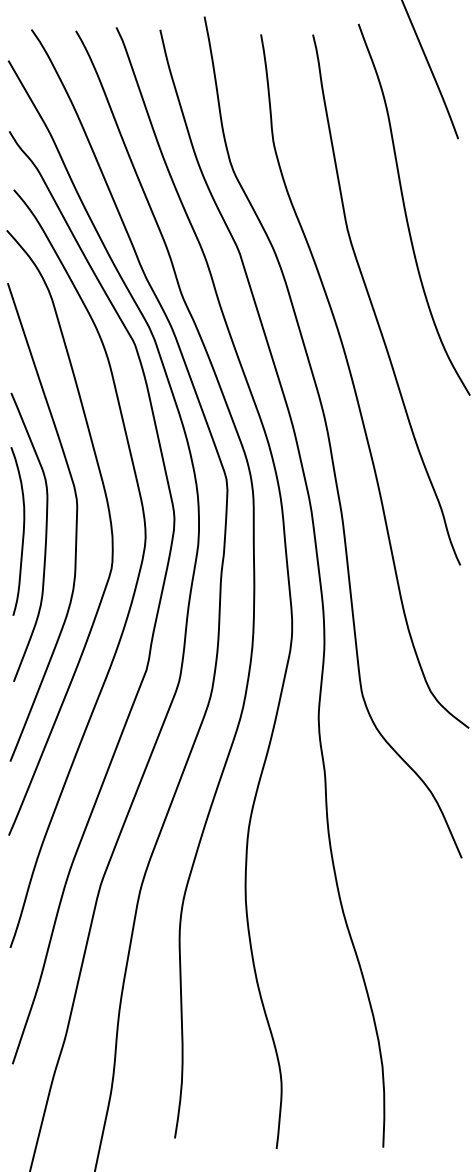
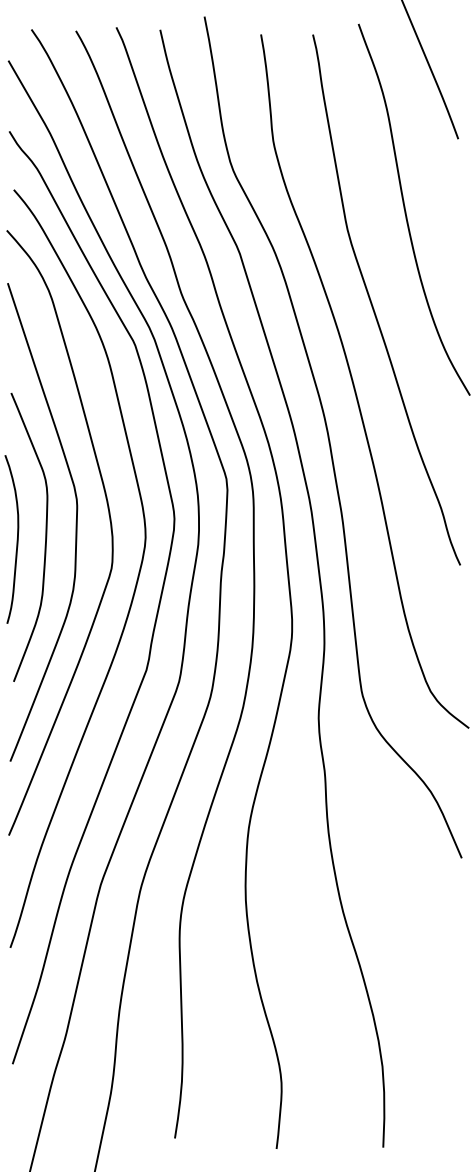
curve at (22, 531) position: (22, 531) -> (16, 539)
